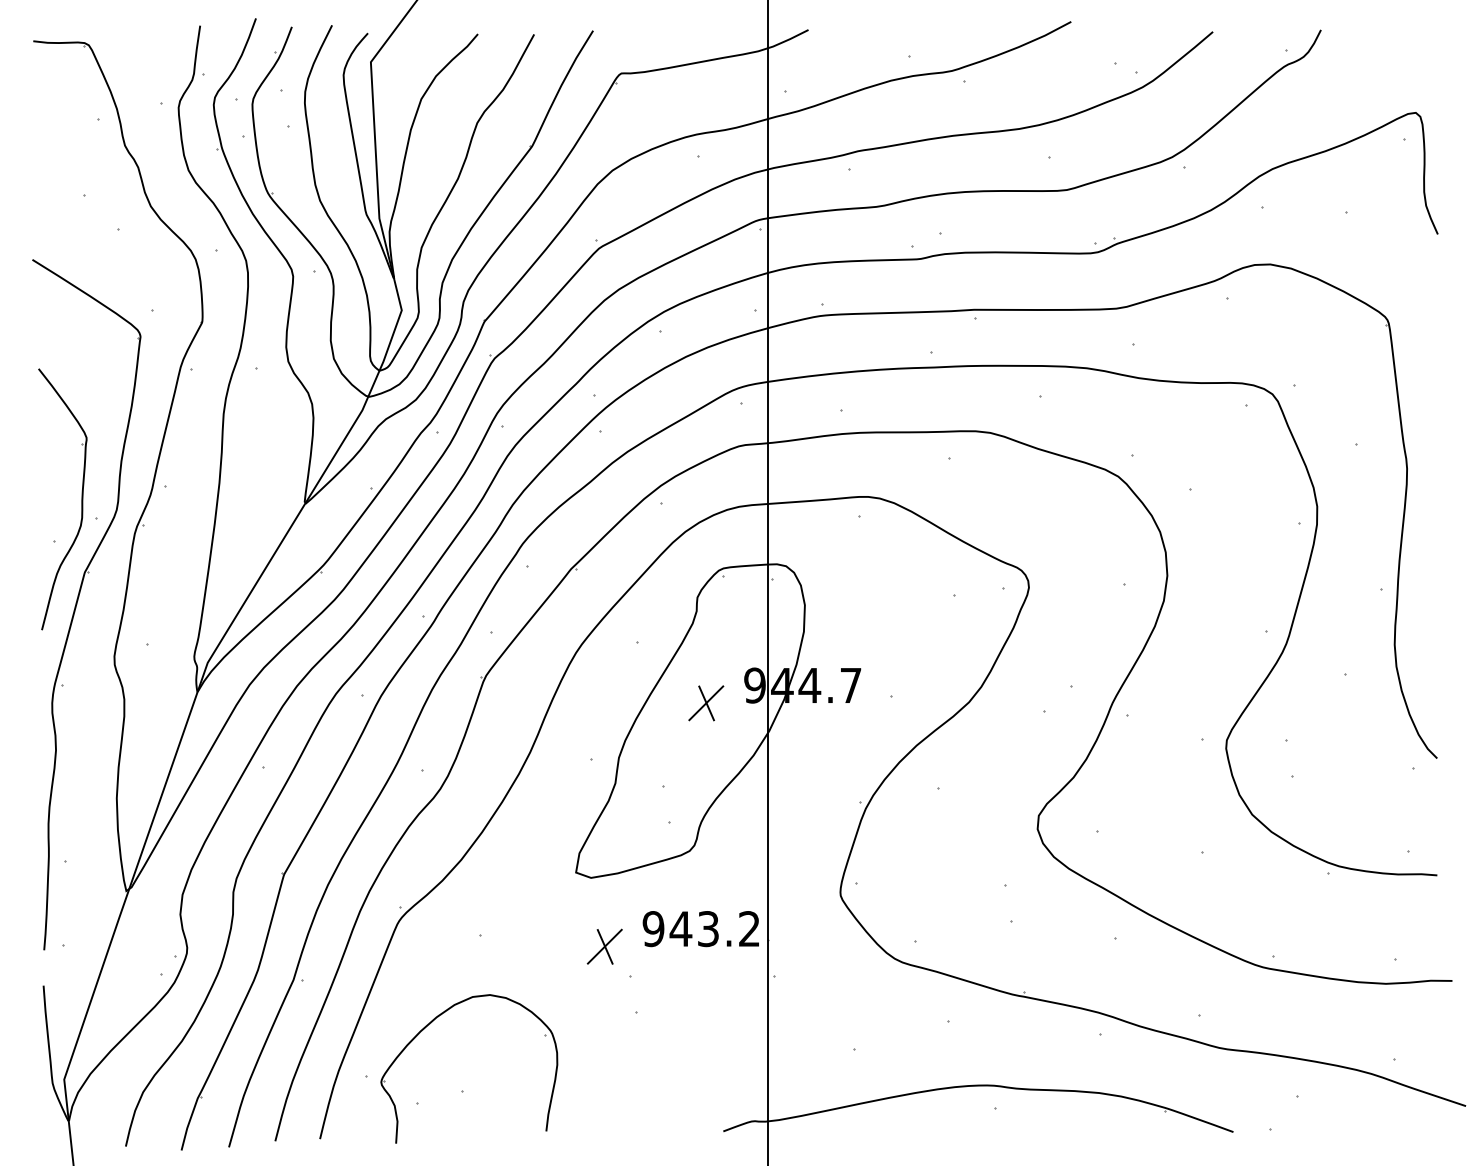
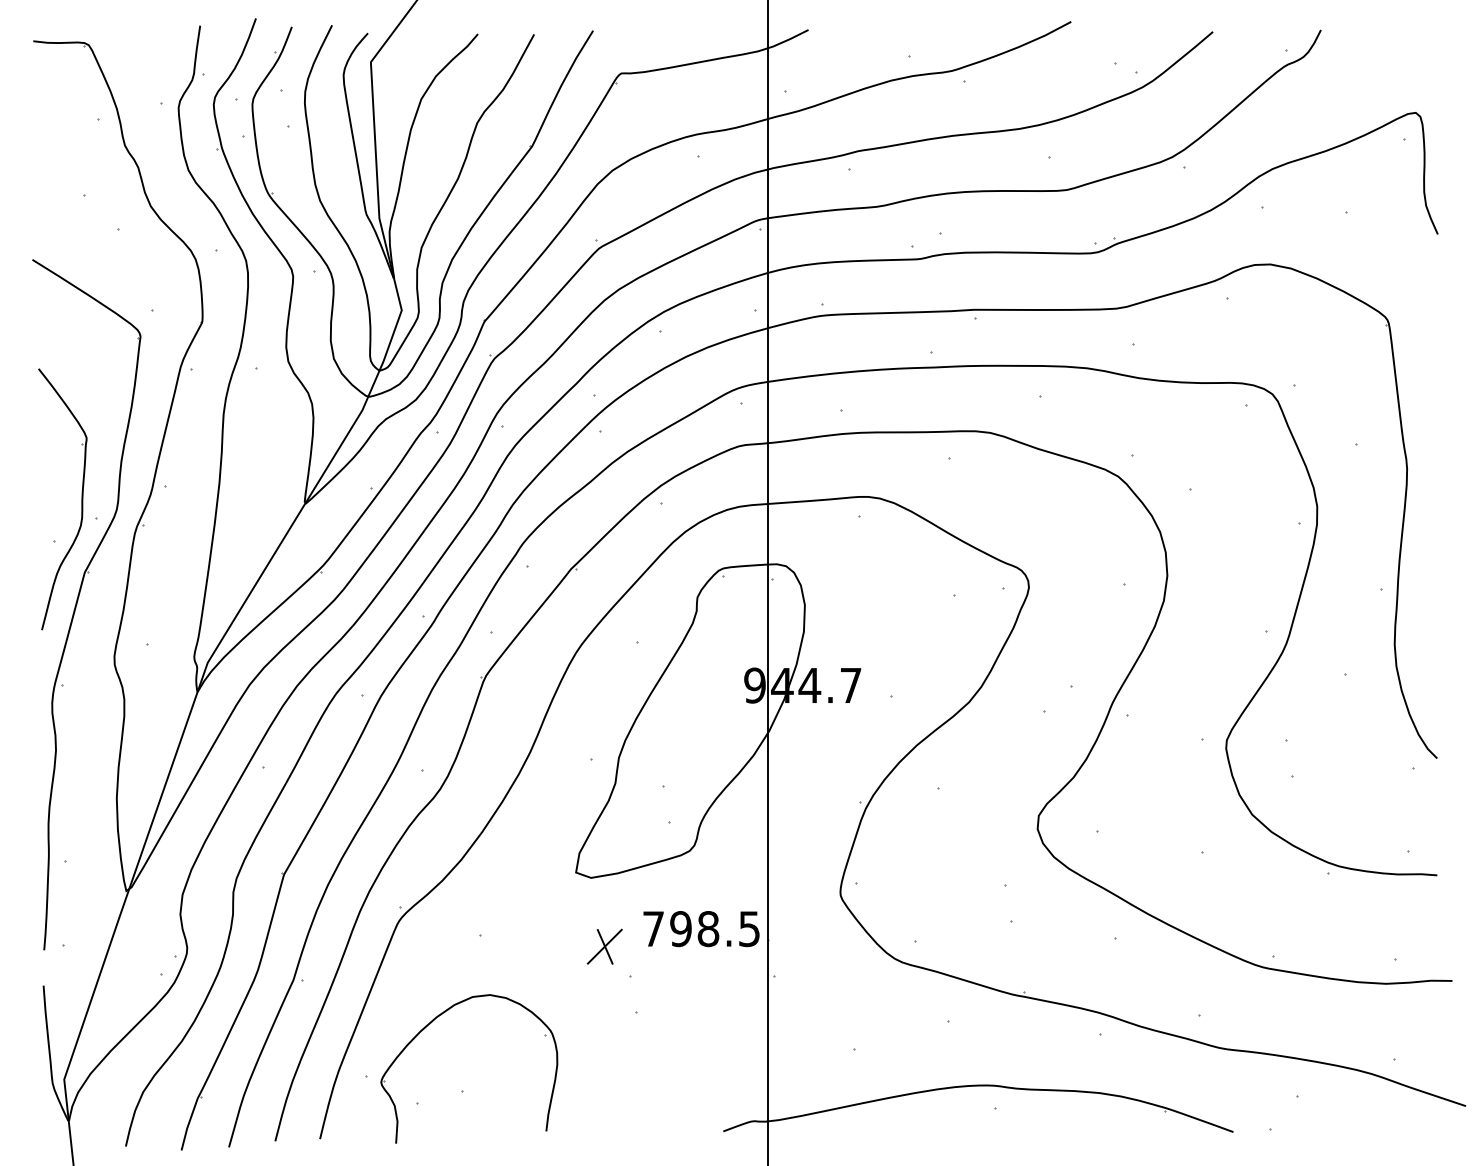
part at (706, 703): present -> none
text at (700, 929): 943.2 -> 798.5
